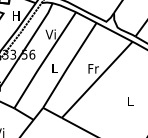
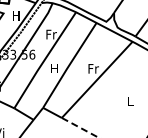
text at (50, 34): Vi -> Fr
text at (54, 68): L -> H
line at (80, 127): solid -> dashed
